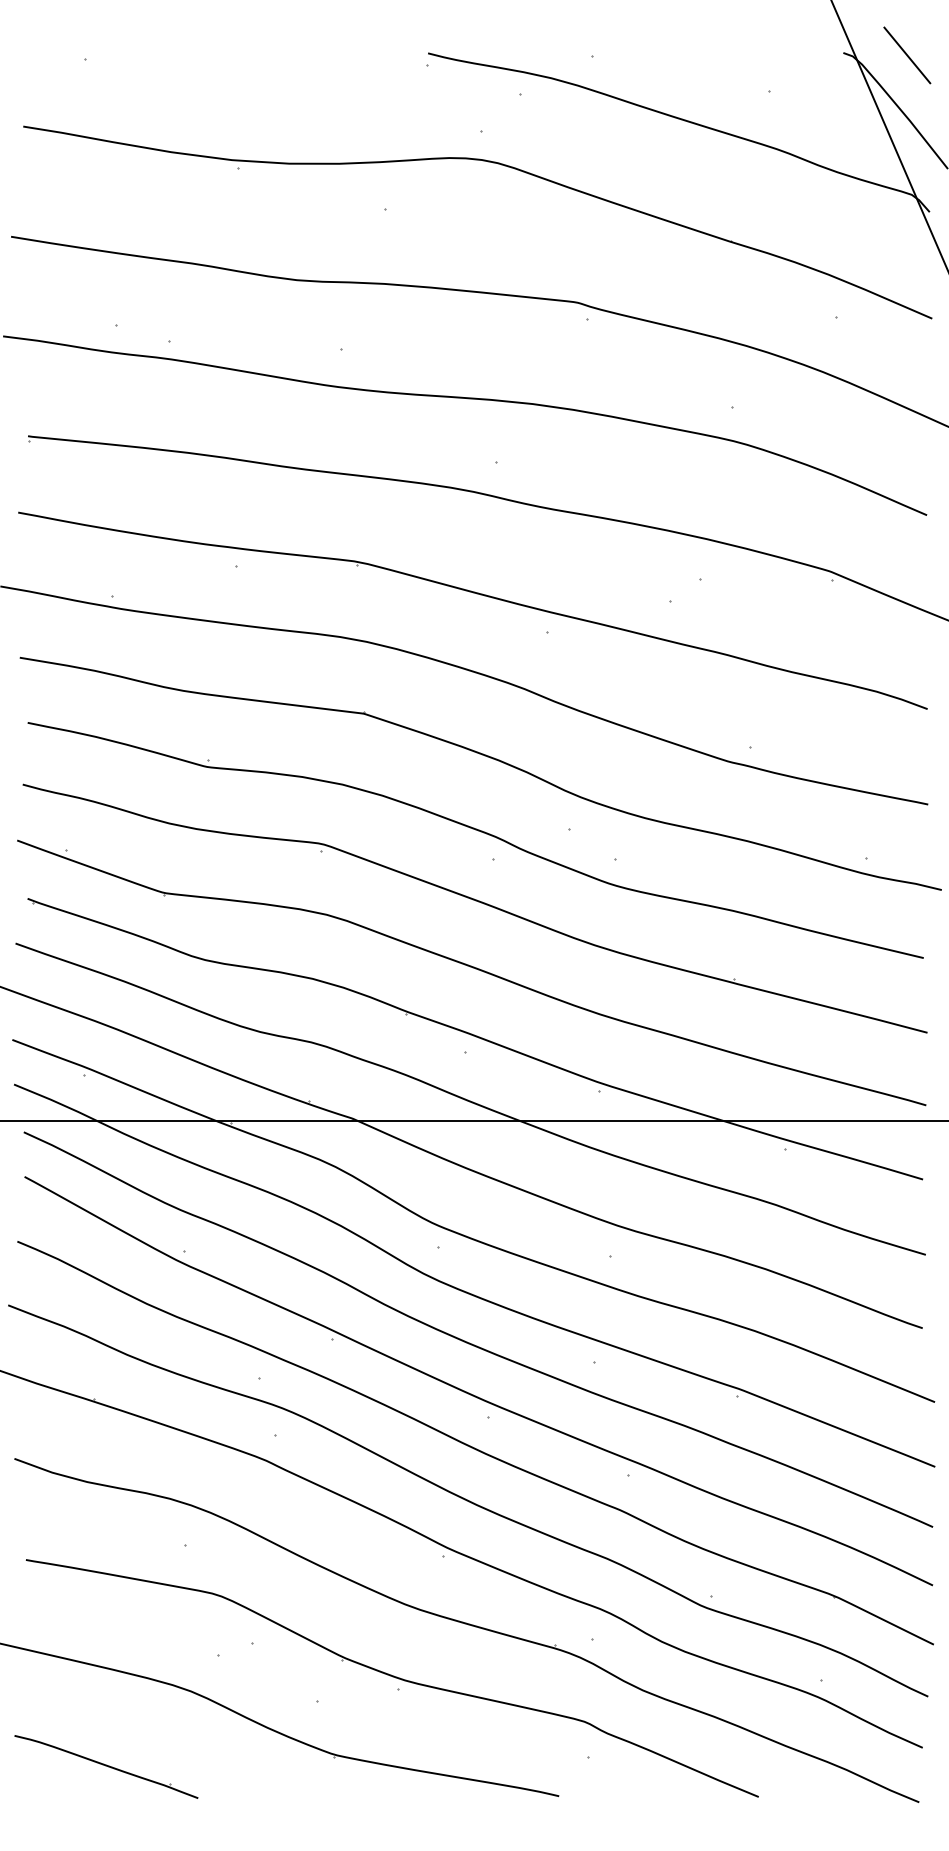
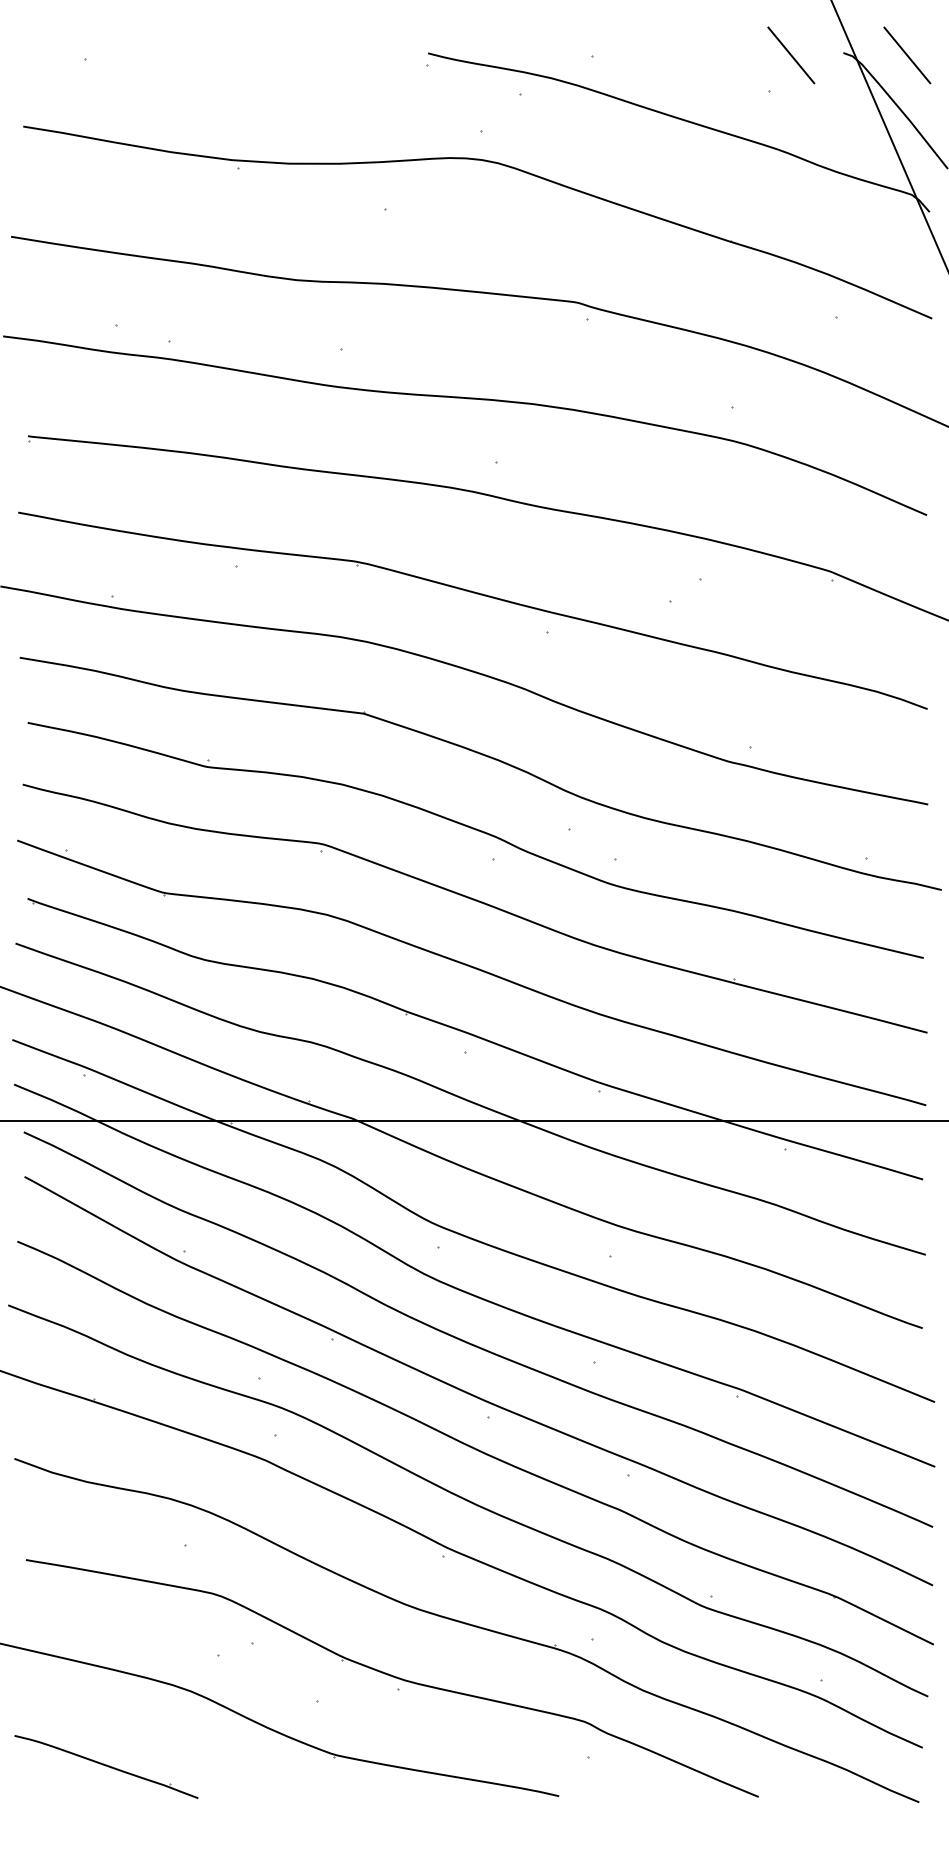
line at (791, 55): none -> present
